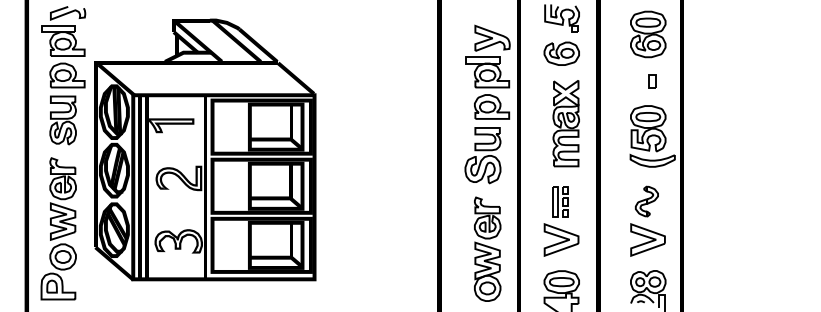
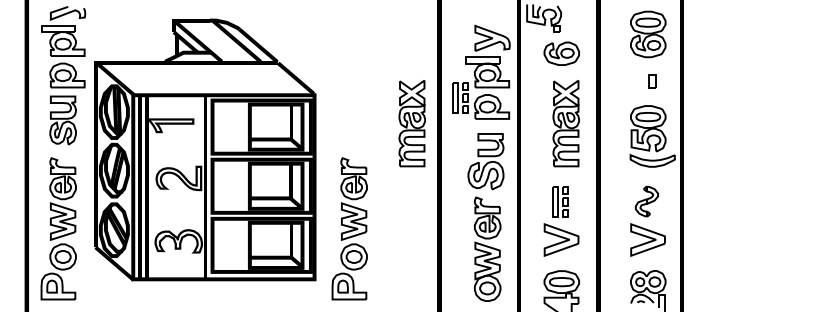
part at (561, 18) position: (561, 18) -> (543, 18)
part at (460, 97): none -> present
part at (411, 123): none -> present
part at (482, 155) position: (482, 155) -> (485, 161)
part at (349, 228): none -> present
